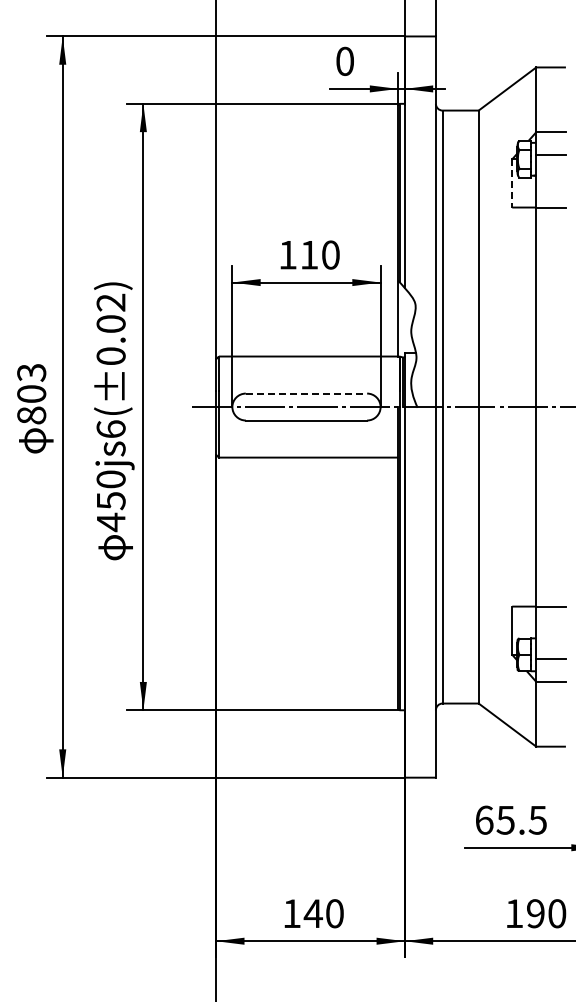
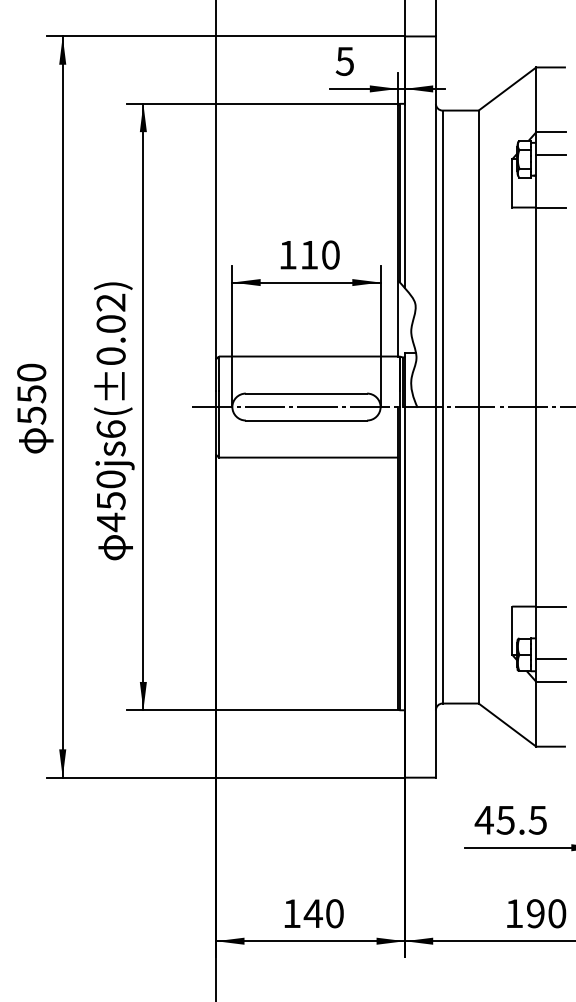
text at (344, 60): 0 -> 5
line at (512, 183): dashed -> solid
text at (31, 393): 803 -> 550
line at (306, 393): dashed -> solid
text at (483, 819): 65.5 -> 45.5
